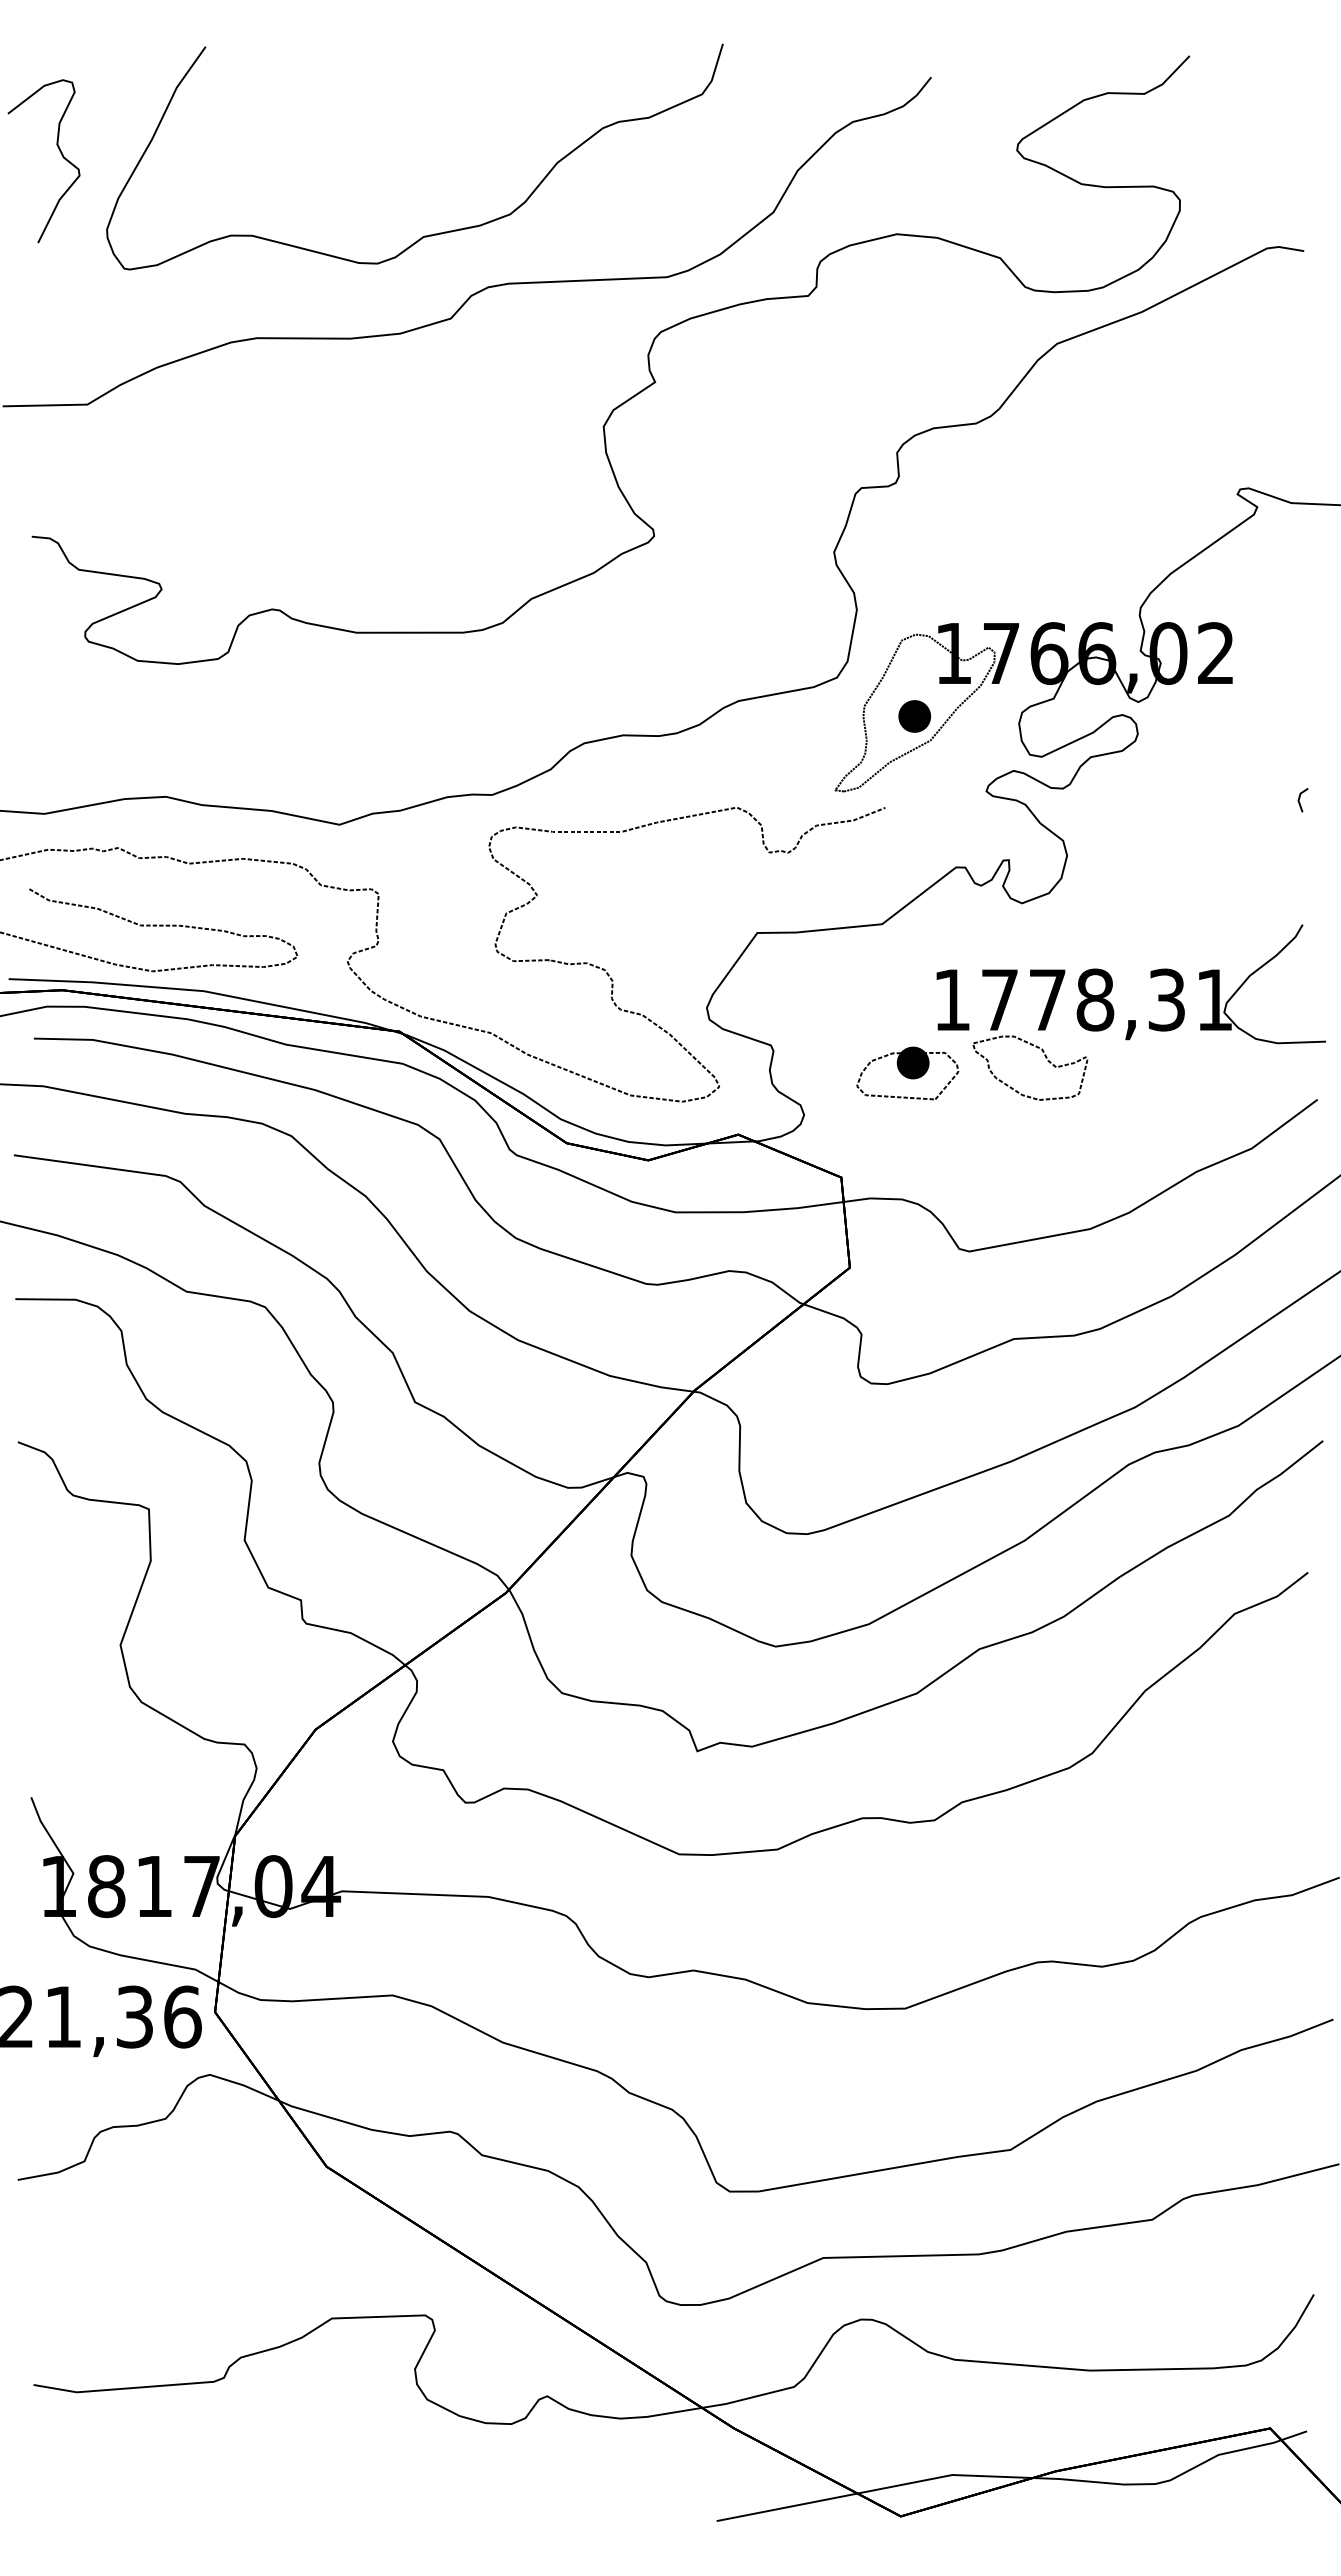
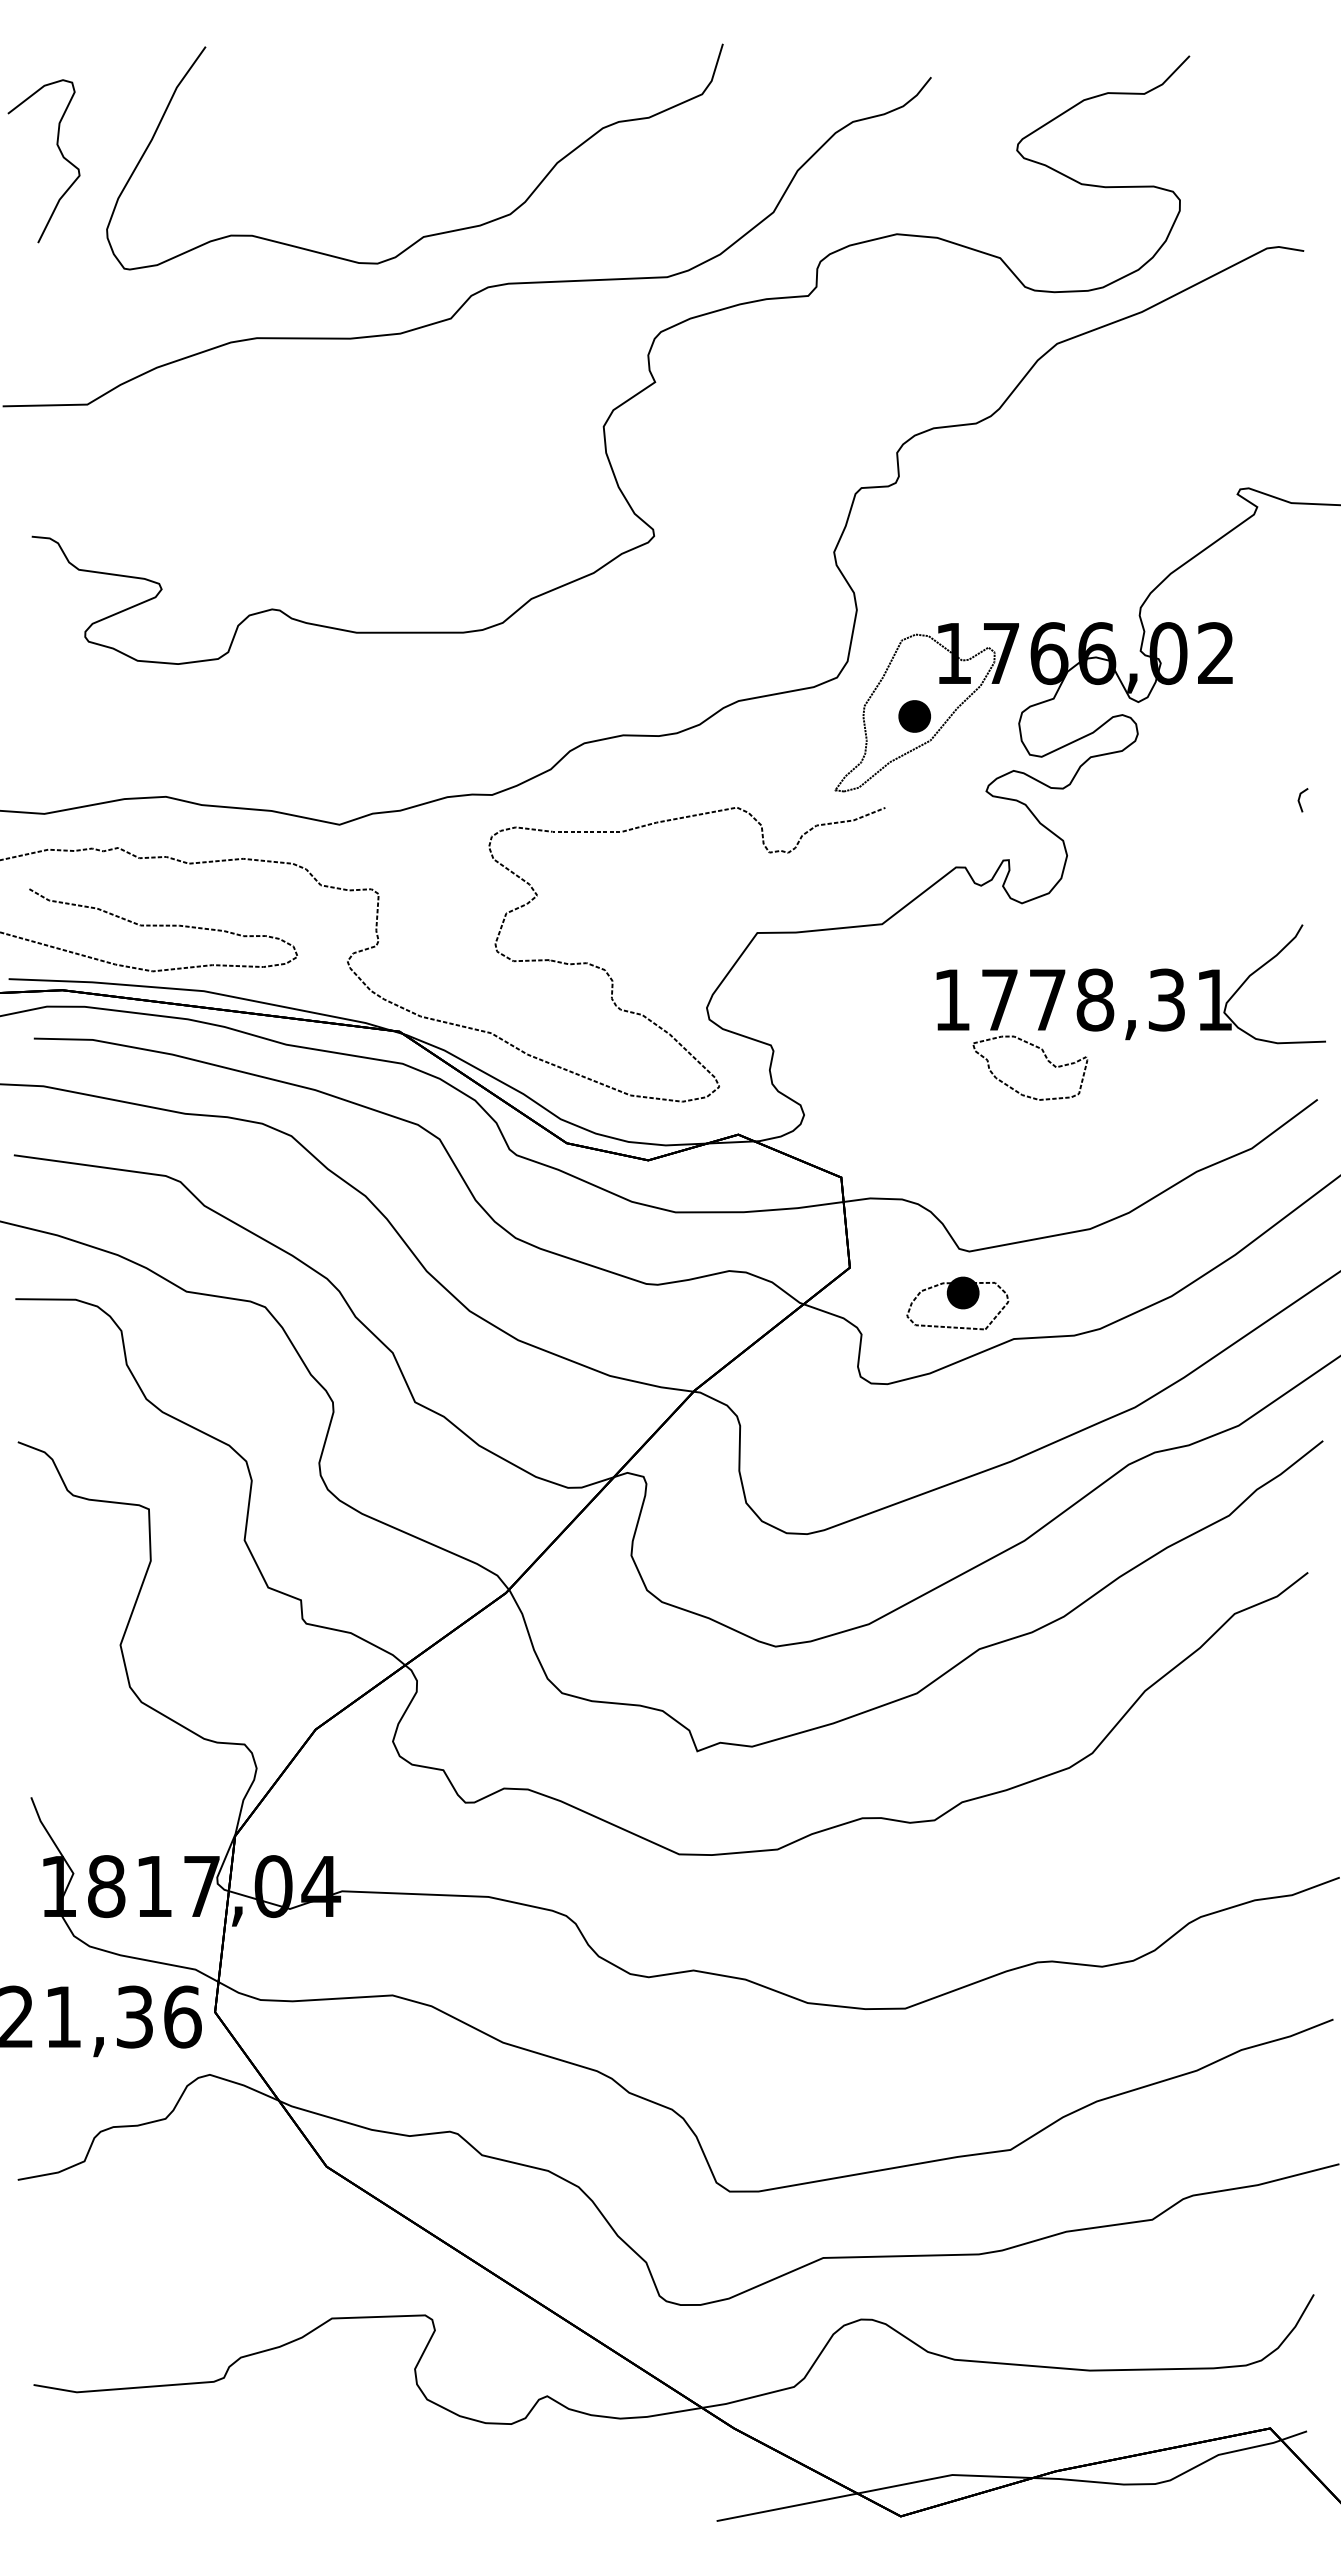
part at (907, 1073) position: (907, 1073) -> (957, 1303)
